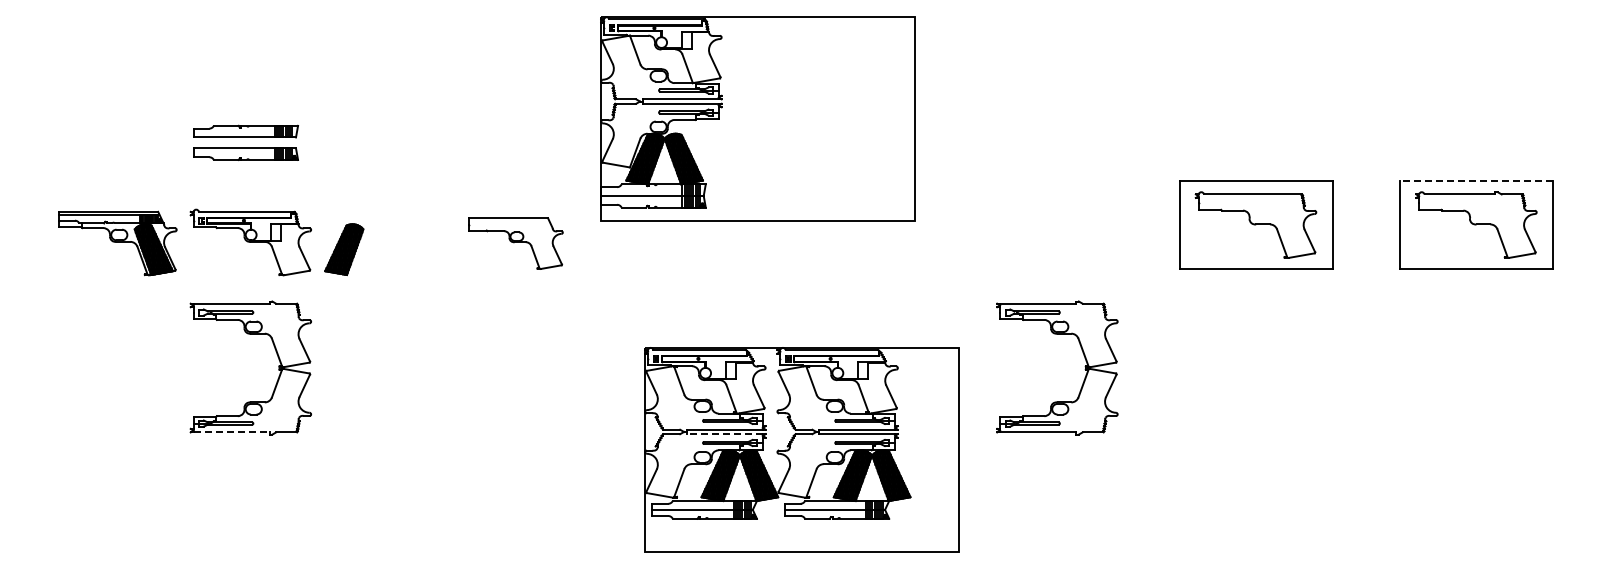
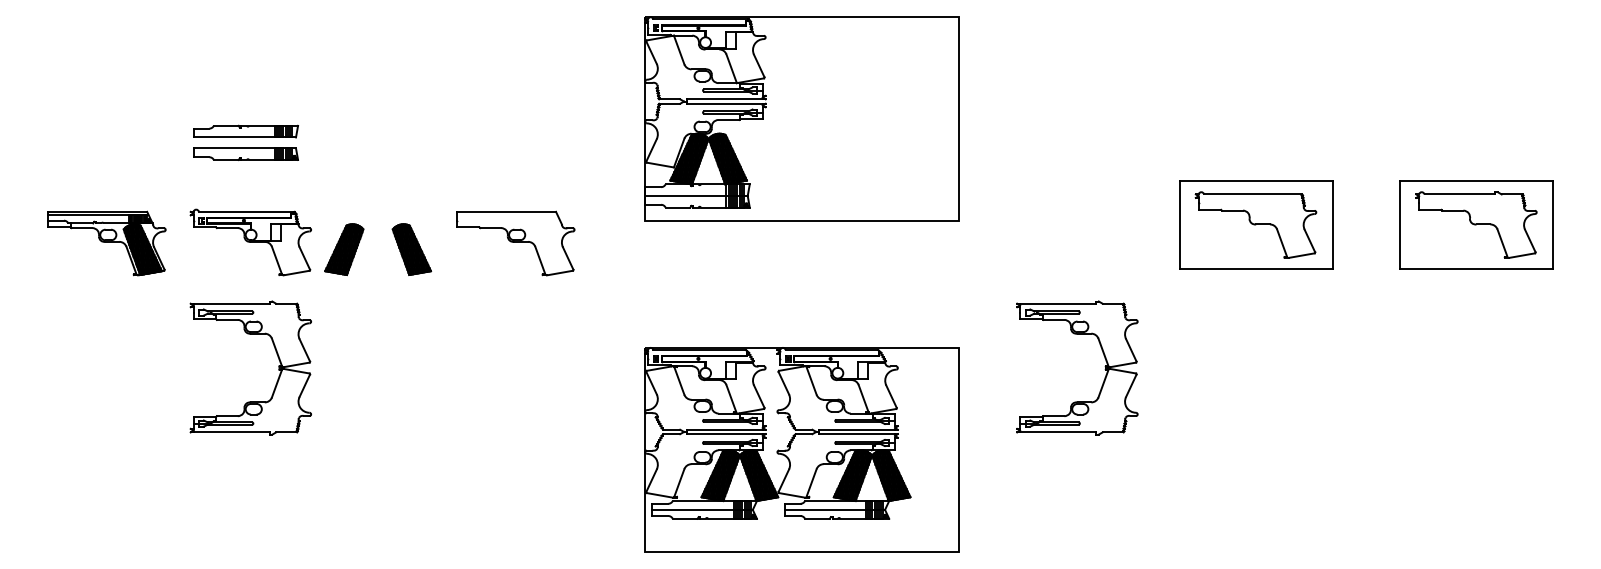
part at (757, 118) position: (757, 118) -> (801, 118)
line at (1476, 180): dashed -> solid
part at (117, 243) position: (117, 243) -> (106, 243)
part at (515, 243) size: 96x53 px -> 120x67 px
part at (411, 249): none -> present
part at (1084, 366) position: (1084, 366) -> (1104, 366)
line at (232, 432): dashed -> solid
line at (724, 434): dashed -> solid
